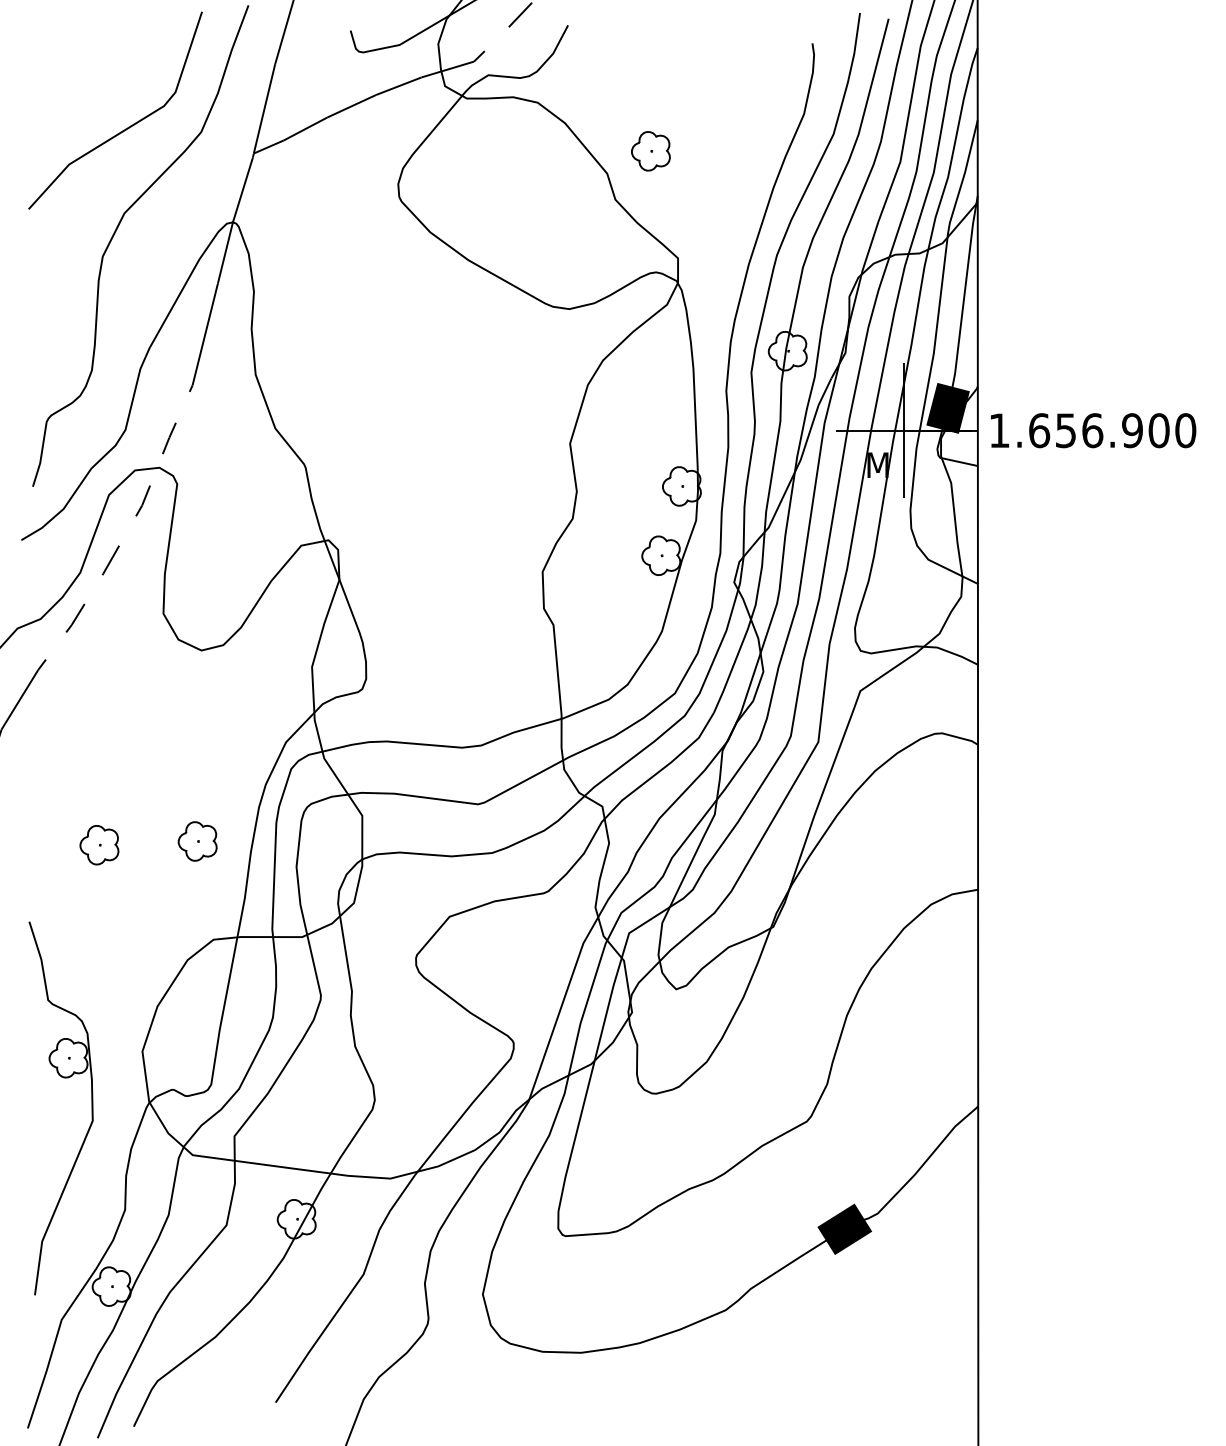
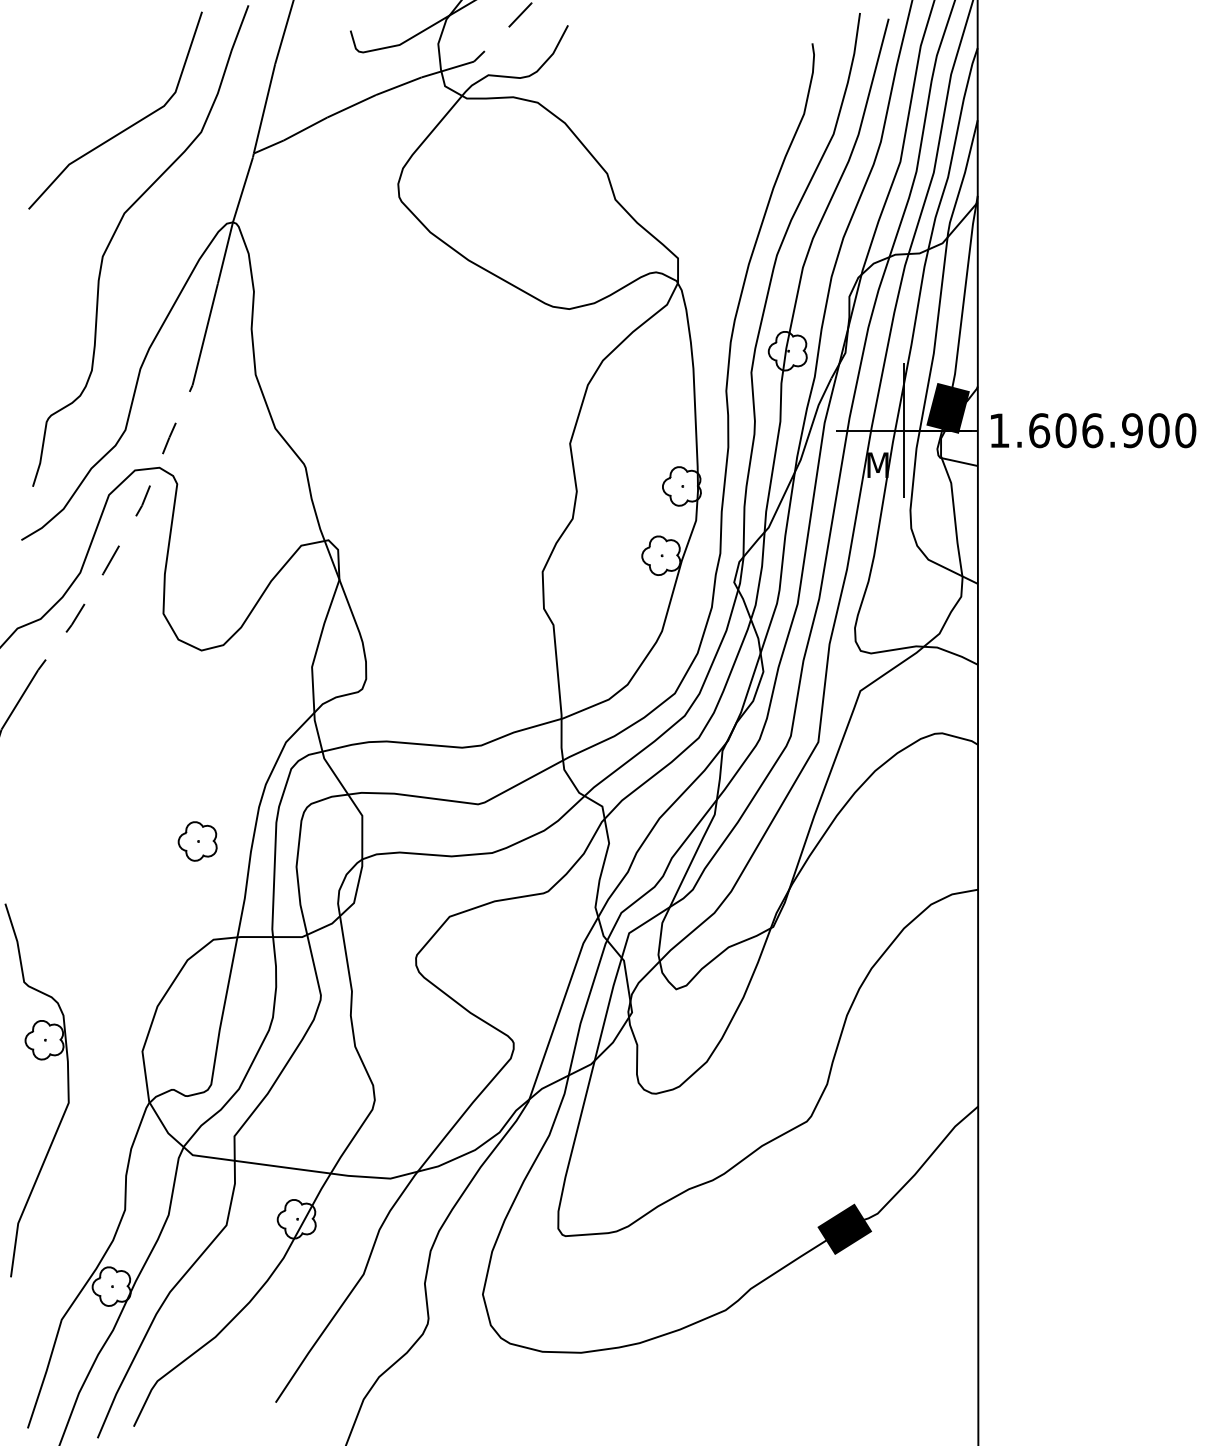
part at (650, 151): present -> none
text at (1065, 430): 1.656.900 -> 1.606.900
part at (99, 845): present -> none
part at (63, 1078) position: (63, 1078) -> (39, 1060)
